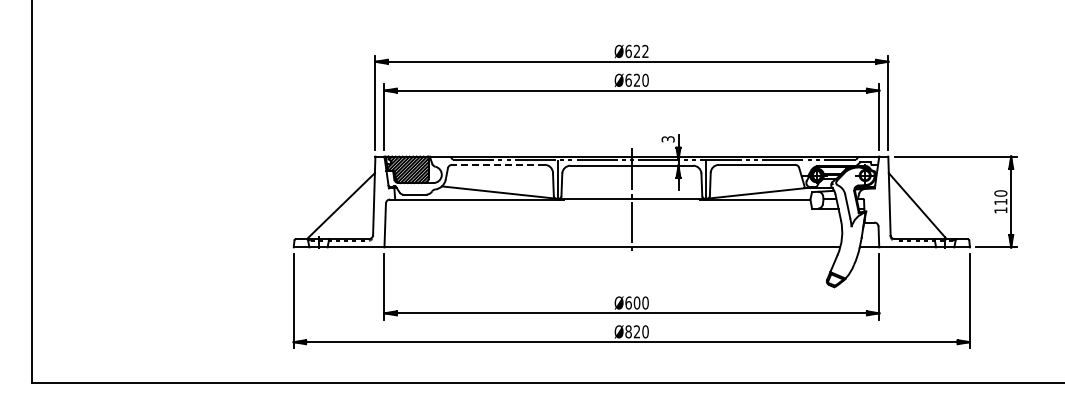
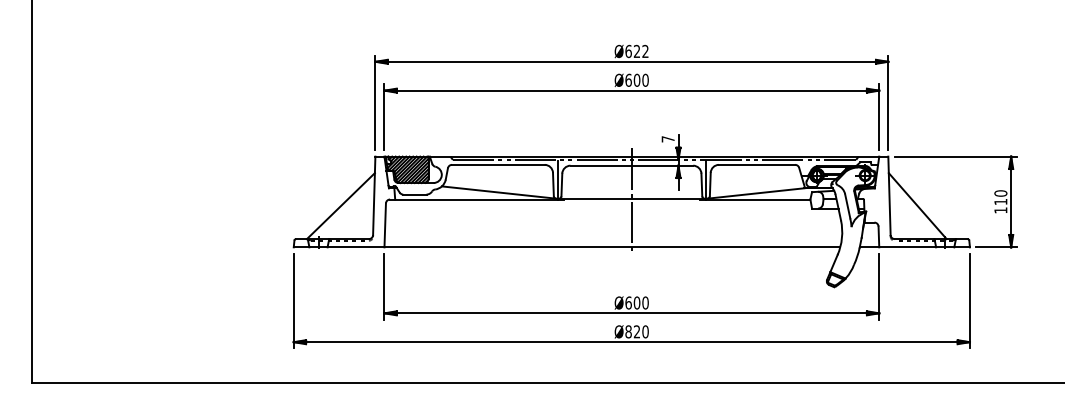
text at (636, 79): Ø620 -> Ø600
text at (667, 139): 3 -> 7
line at (497, 164): dashed -> solid
